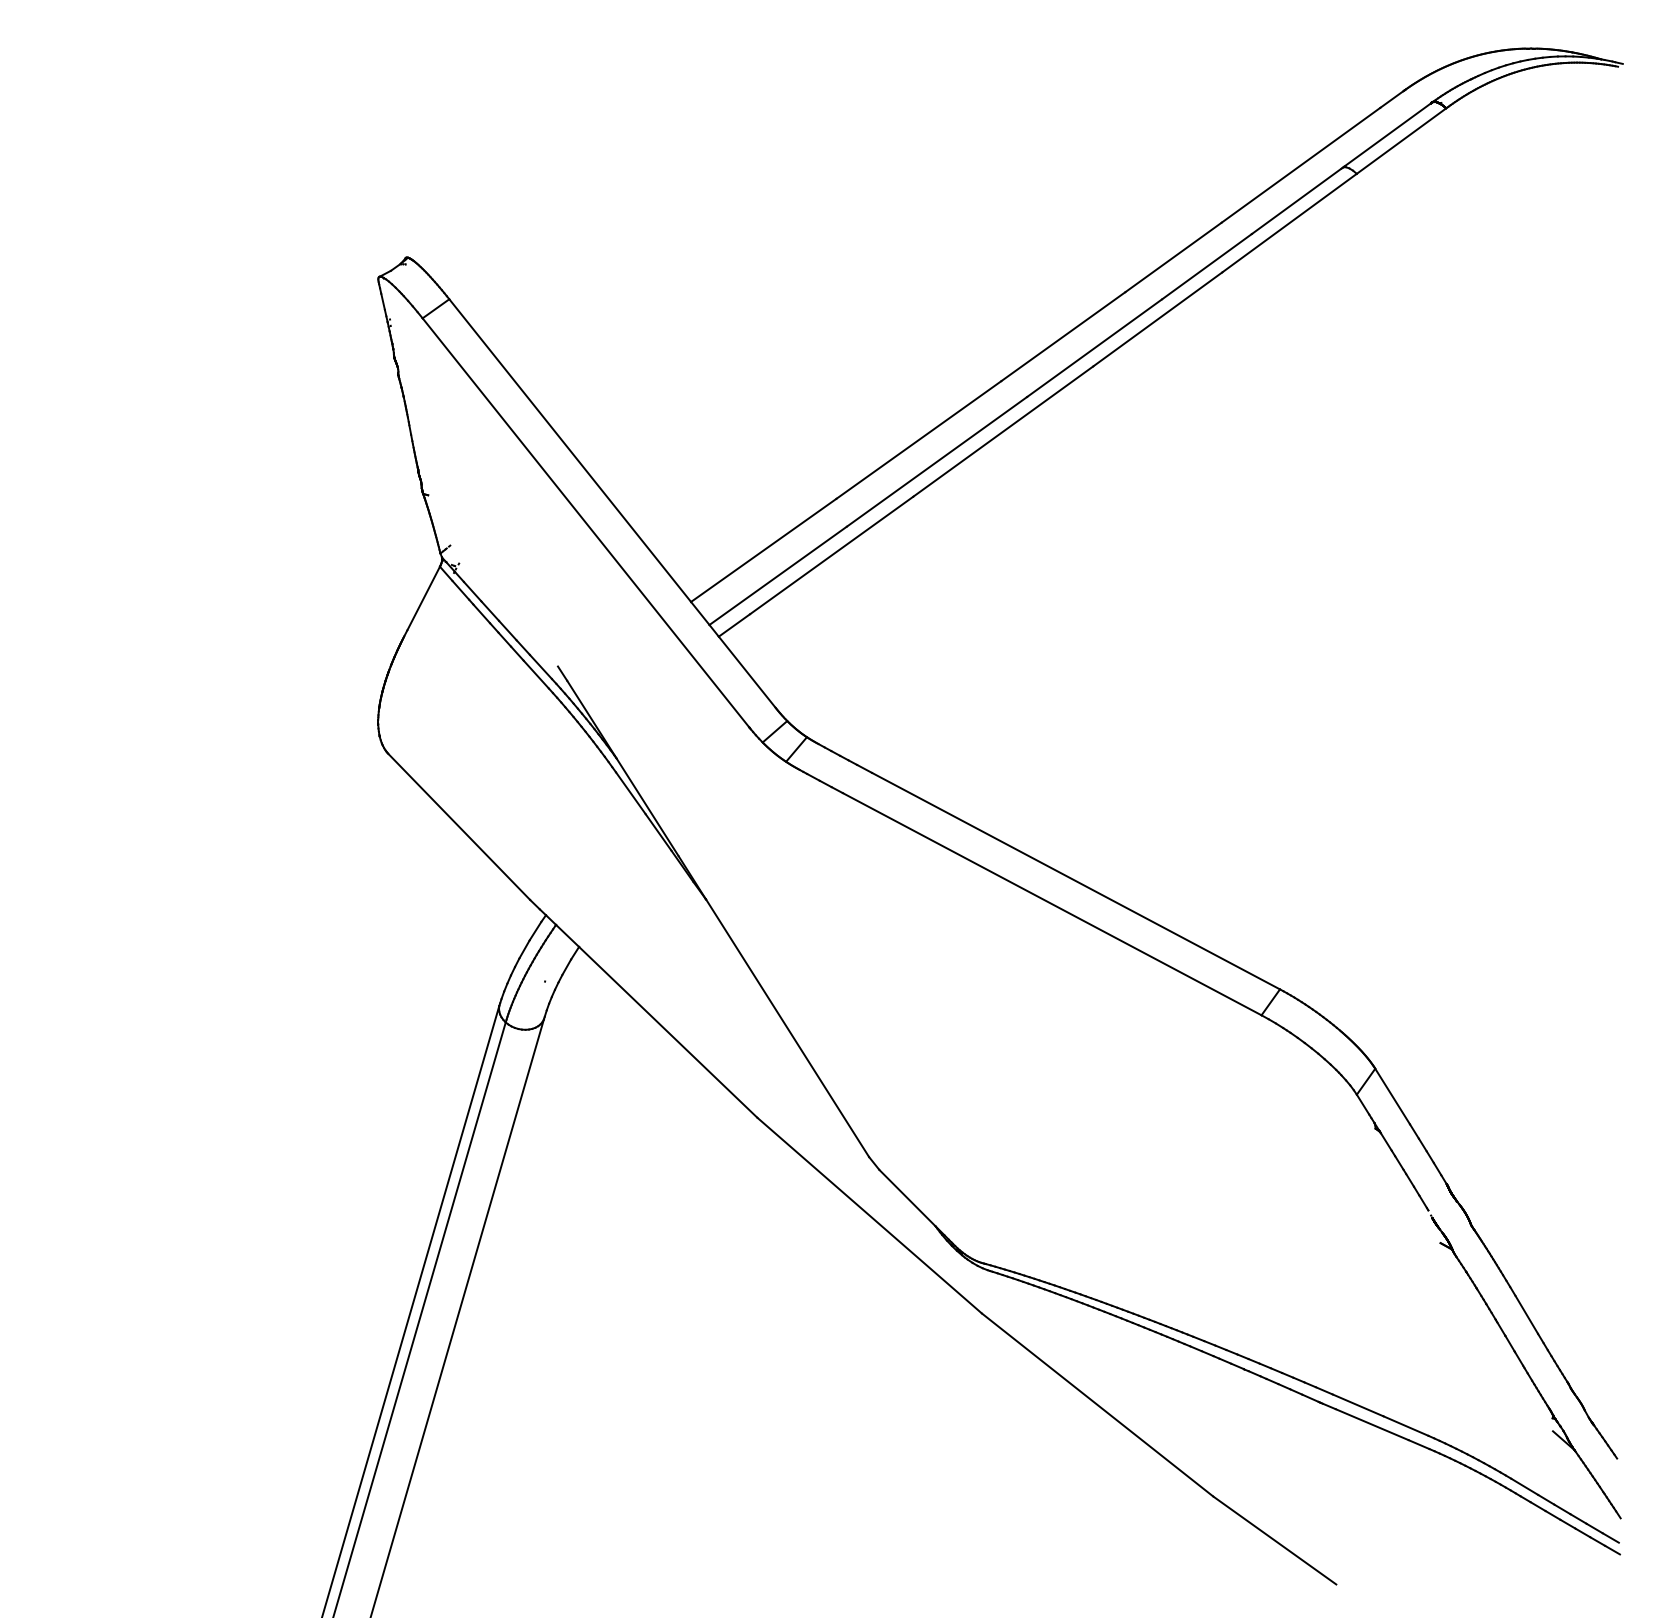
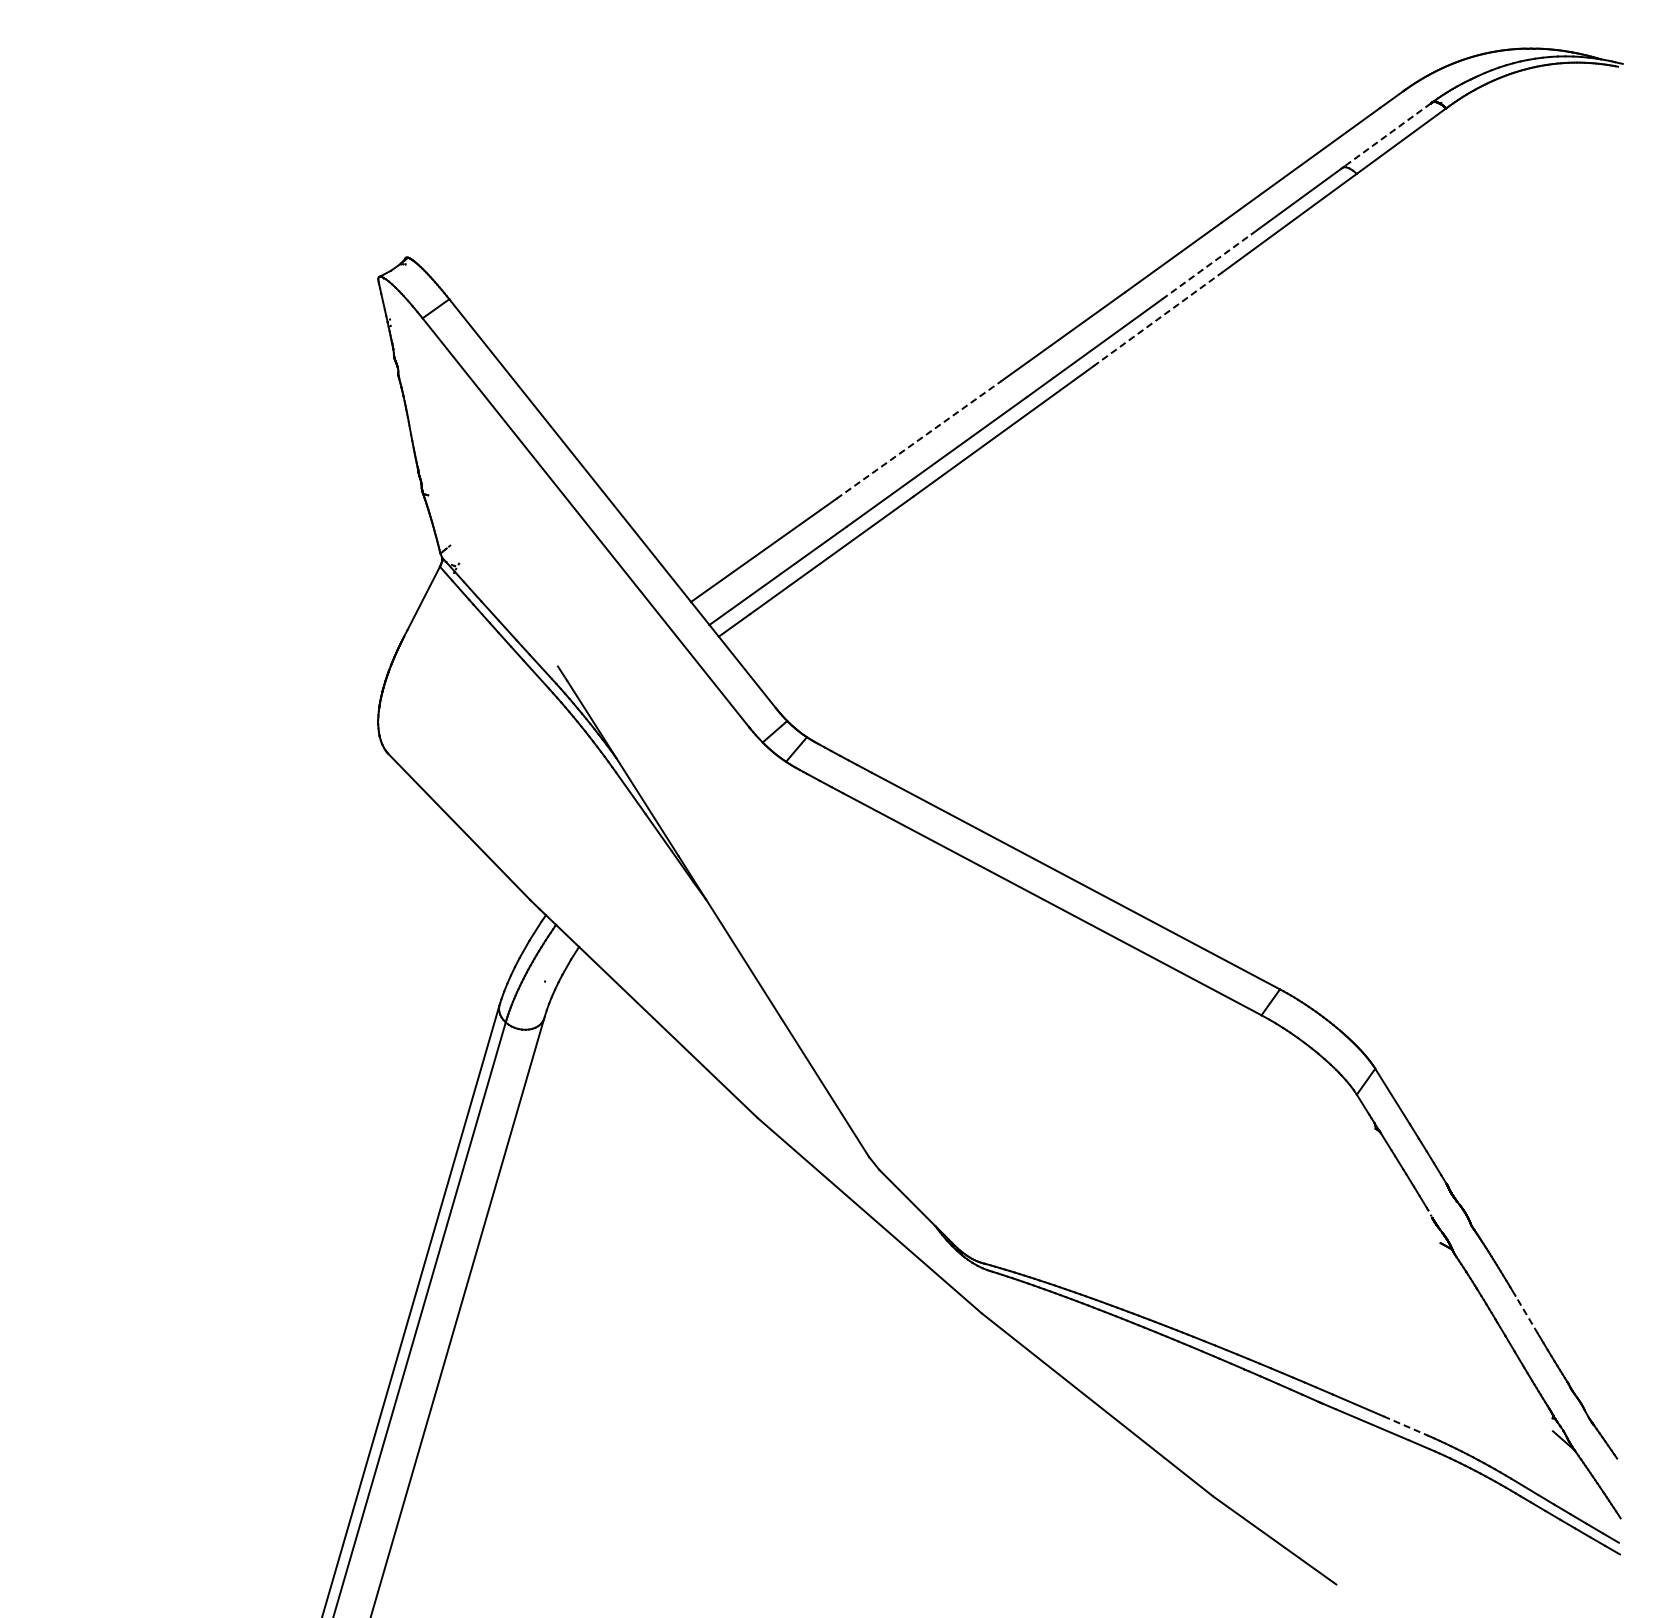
line at (1387, 134): solid -> dashed
line at (1206, 266): solid -> dashed
line at (1157, 319): solid -> dashed
line at (919, 439): solid -> dashed
line at (1526, 1314): solid -> dashed
line at (1406, 1426): solid -> dashed
